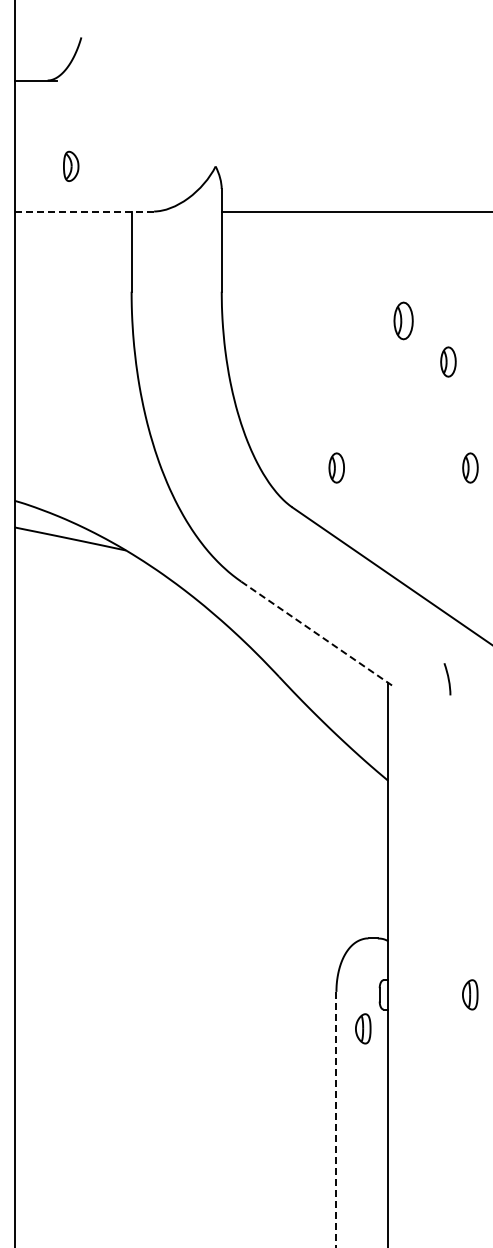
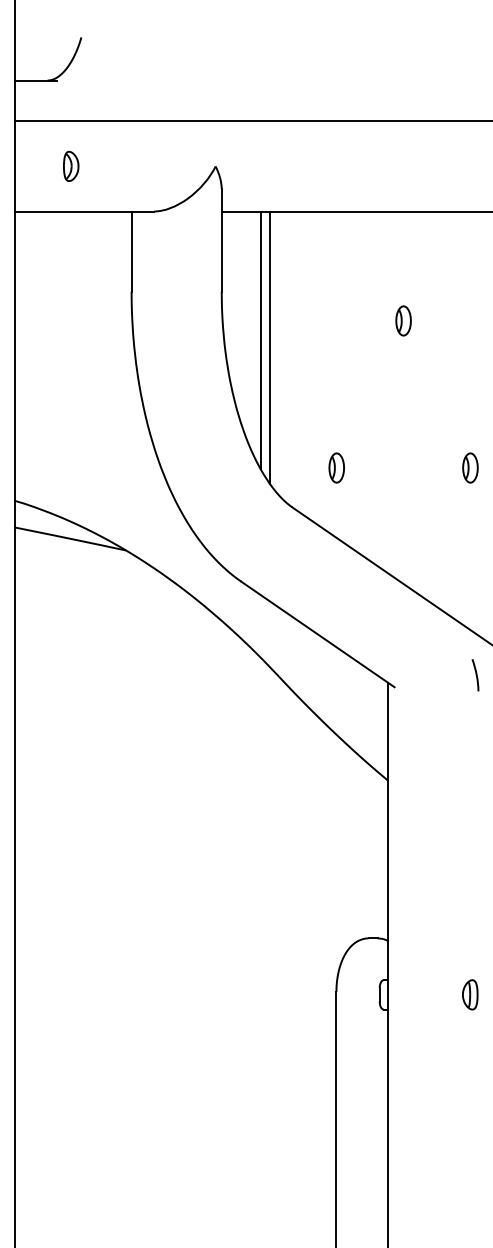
line at (251, 121): none -> present
line at (84, 211): dashed -> solid
part at (403, 320) size: 21x40 px -> 17x32 px
line at (260, 340): none -> present
line at (269, 347): none -> present
part at (448, 361): present -> none
line at (318, 634): dashed -> solid
curve at (447, 679) position: (447, 679) -> (475, 675)
part at (363, 1028): present -> none
line at (336, 1119): dashed -> solid
